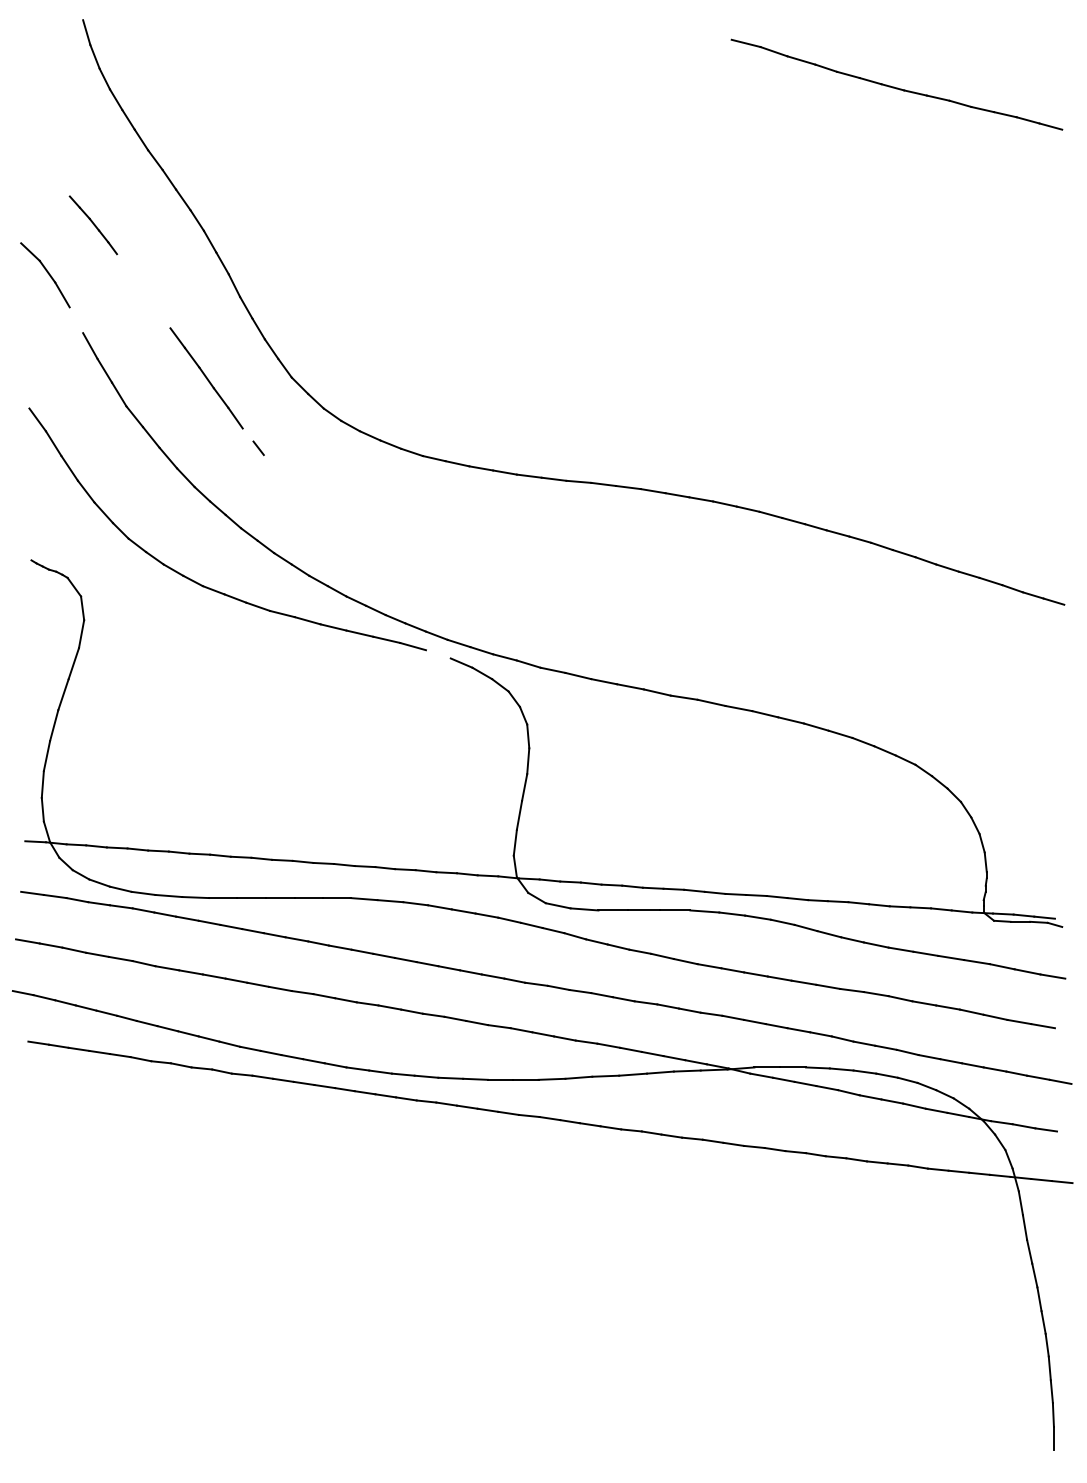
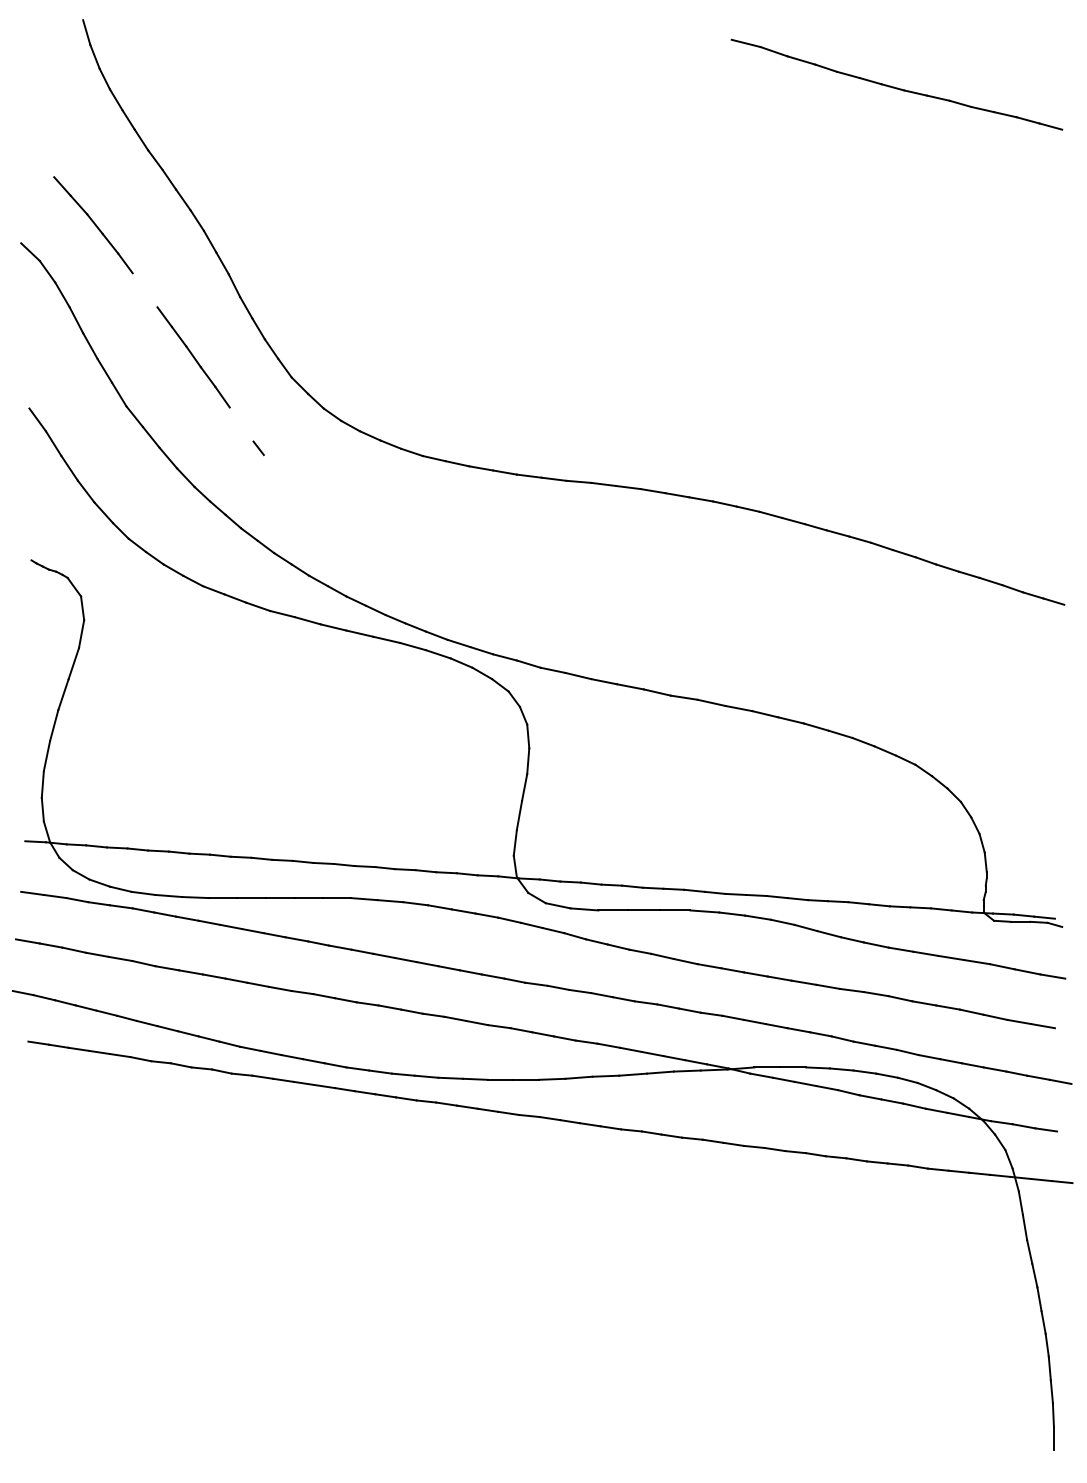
part at (93, 225) size: 51x61 px -> 81x99 px
line at (76, 320): none -> present
line at (206, 378) position: (206, 378) -> (193, 357)
line at (438, 654): none -> present
